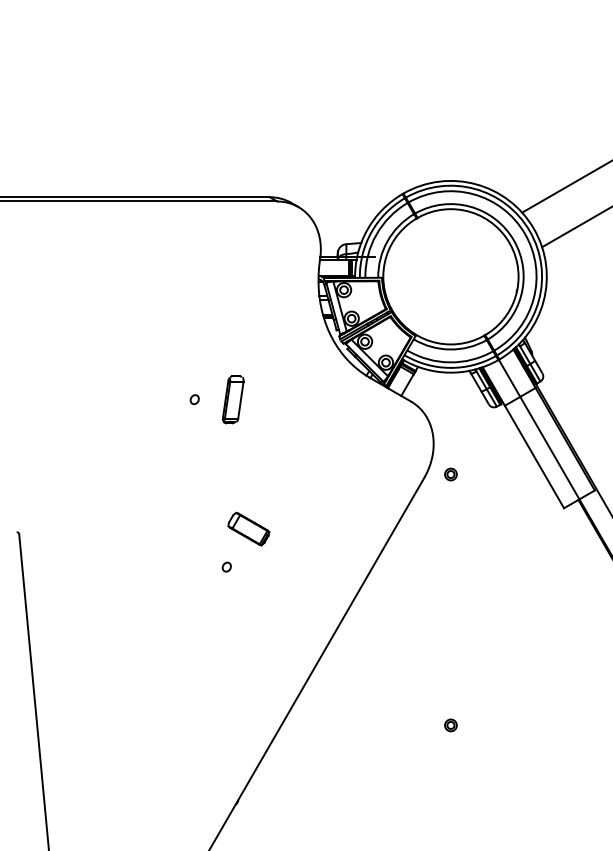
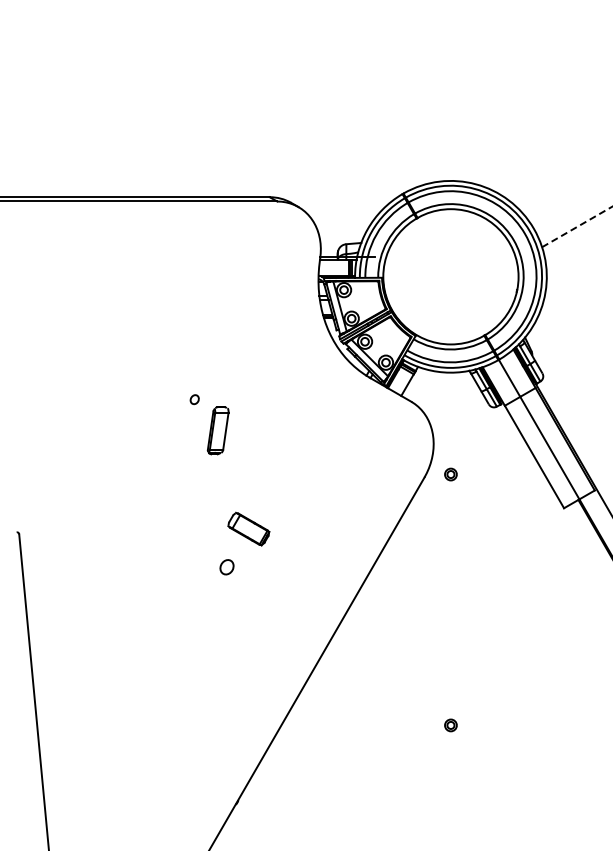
line at (565, 187): present -> none
line at (577, 226): solid -> dashed
part at (232, 399) position: (232, 399) -> (217, 430)
part at (226, 566) size: 11x12 px -> 16x17 px
